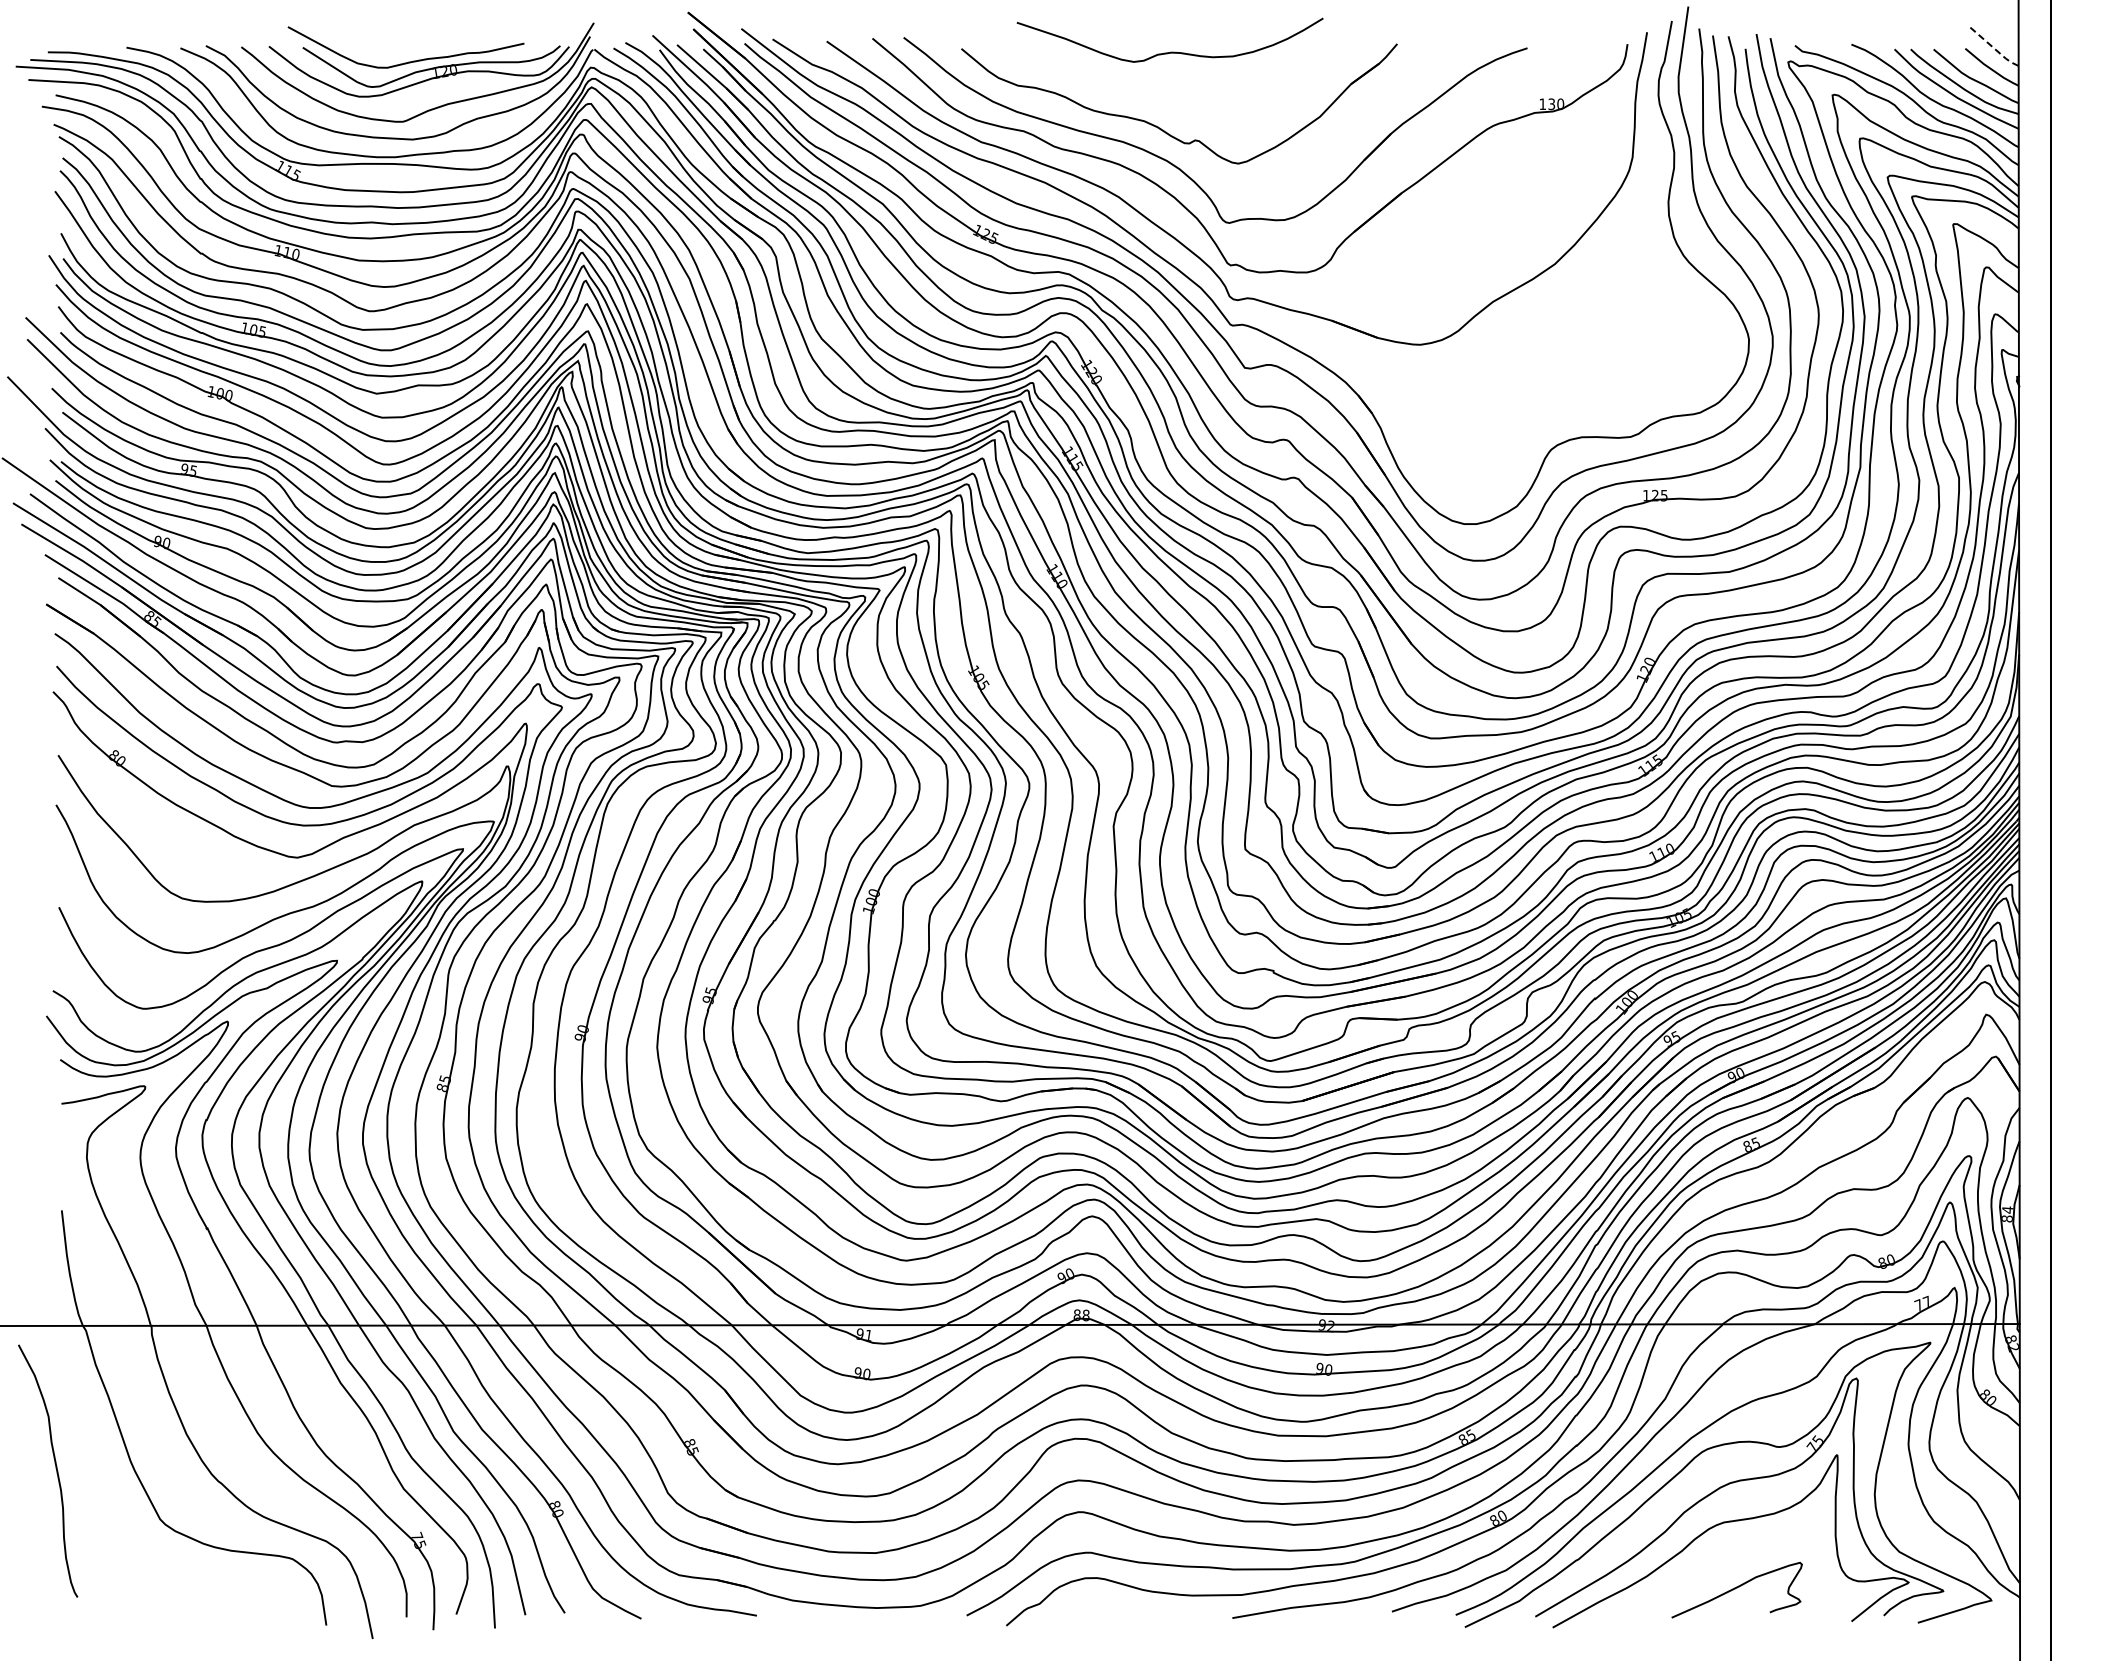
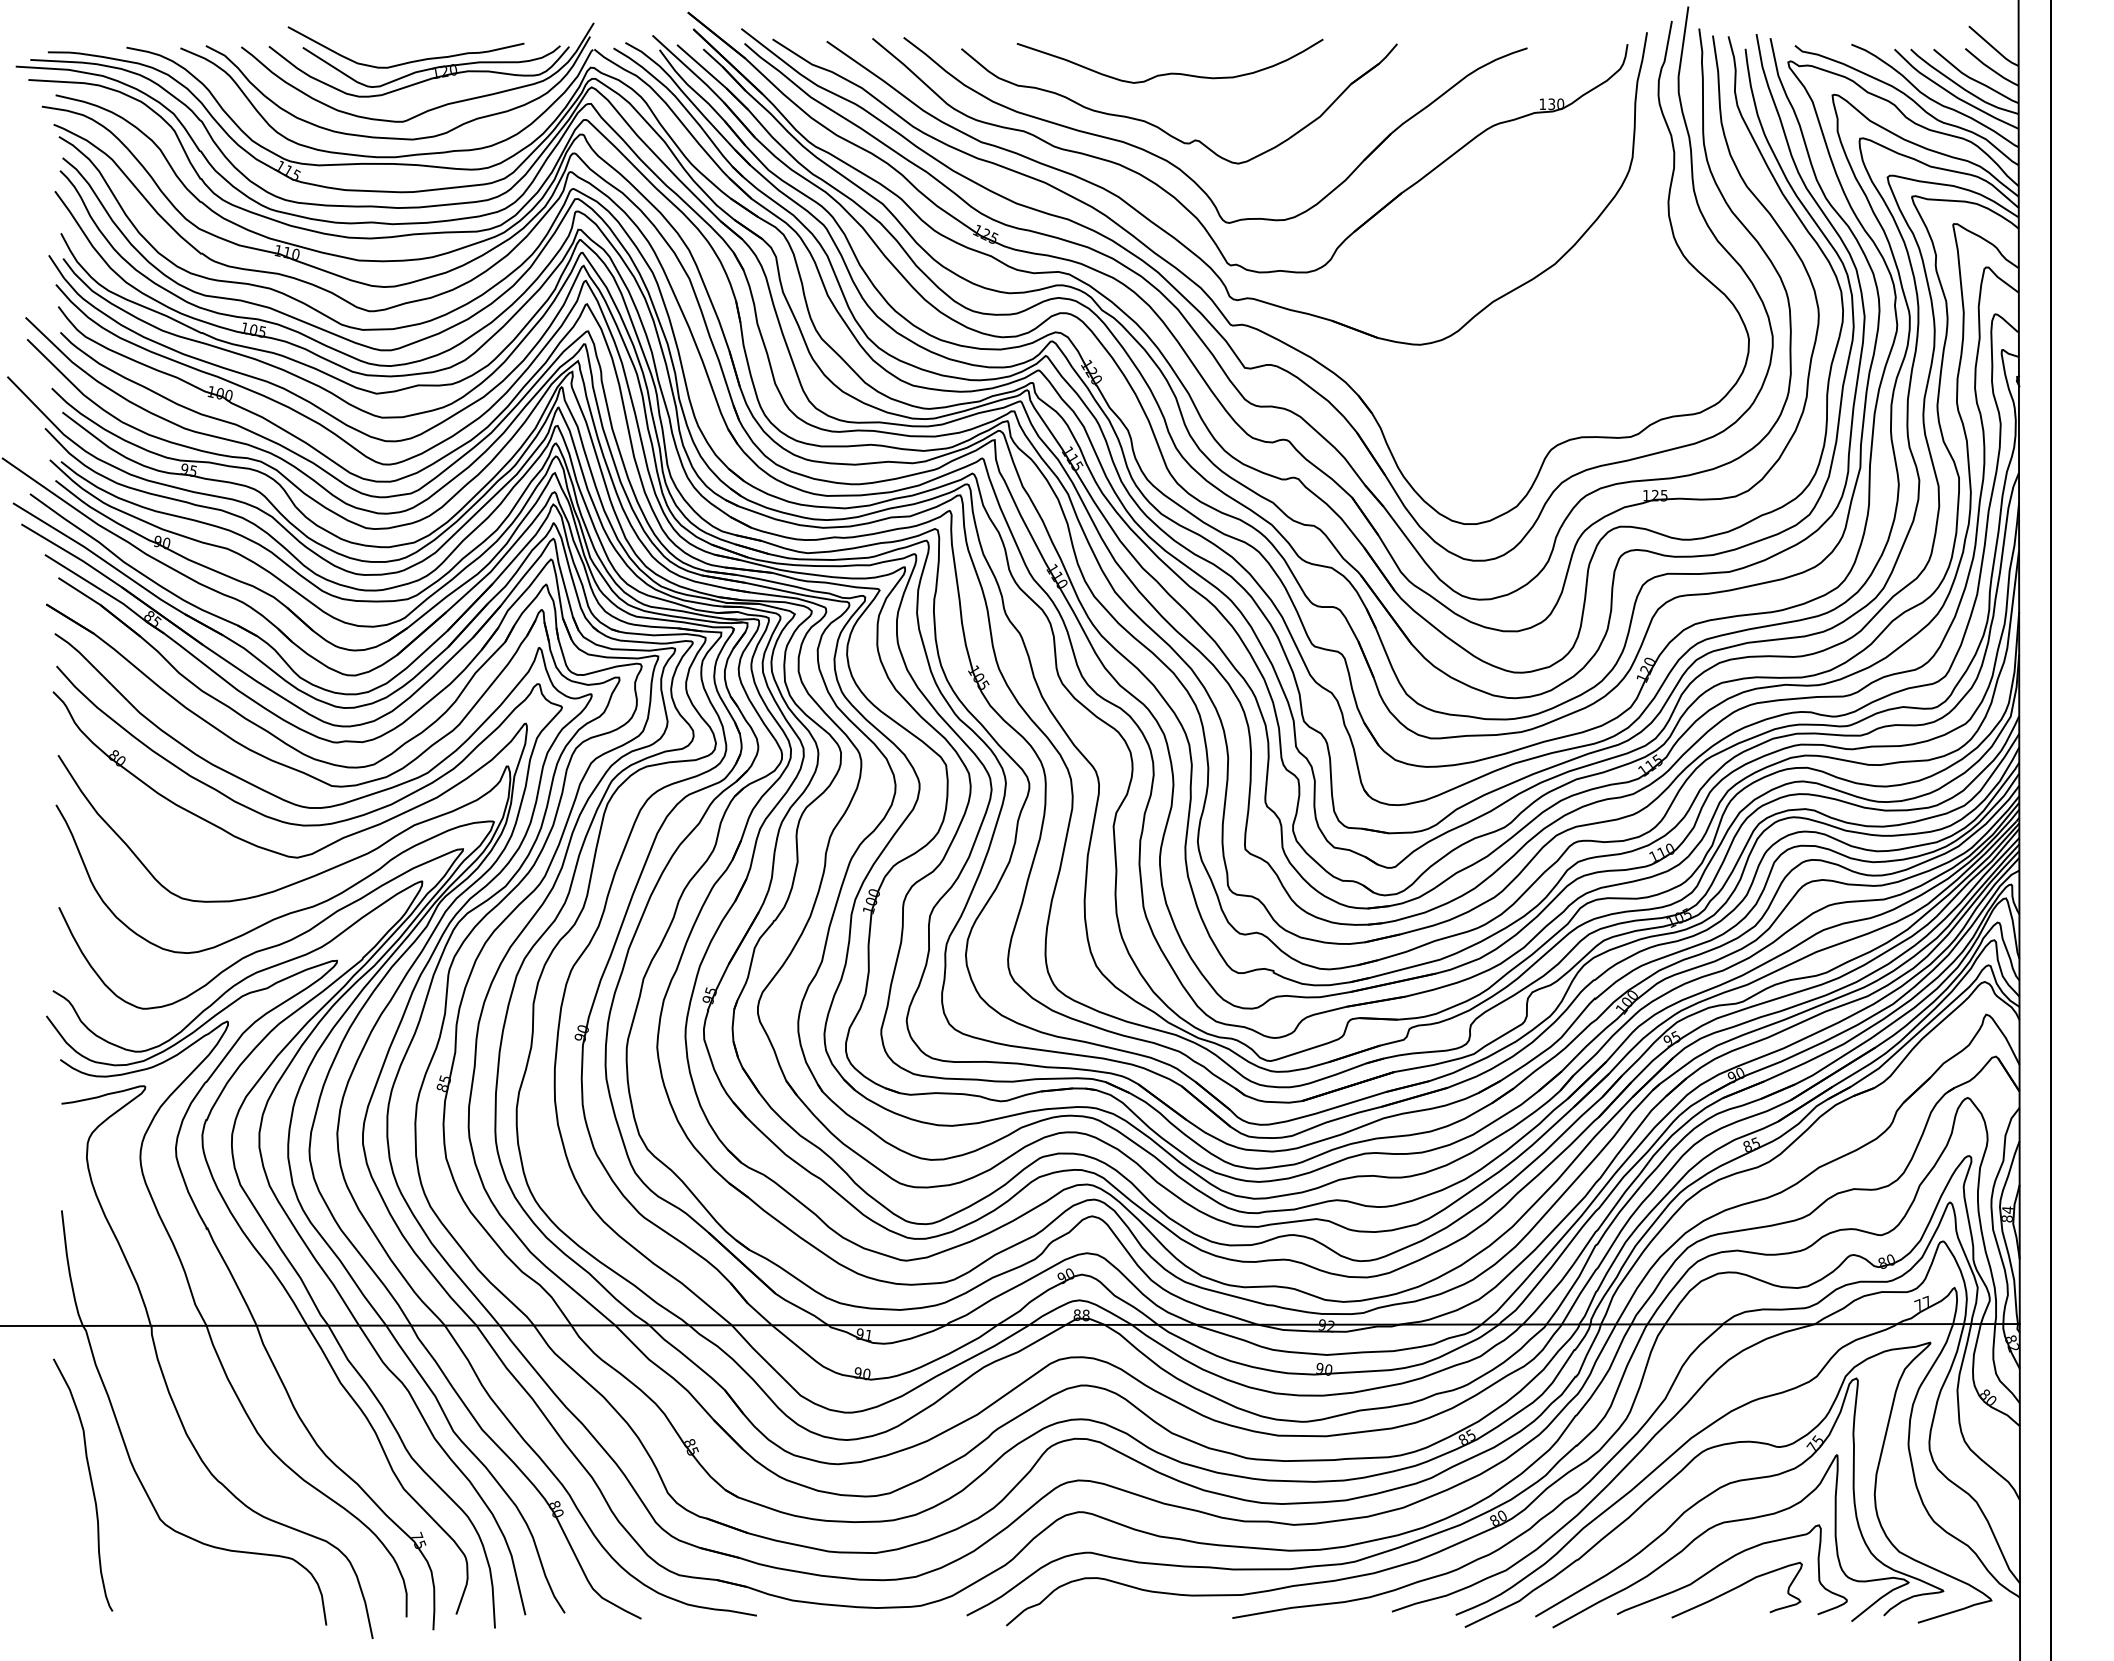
line at (1994, 48): dashed -> solid
curve at (1170, 51) position: (1170, 51) -> (1170, 72)
curve at (55, 1468) position: (55, 1468) -> (90, 1482)
curve at (1727, 1561): none -> present
